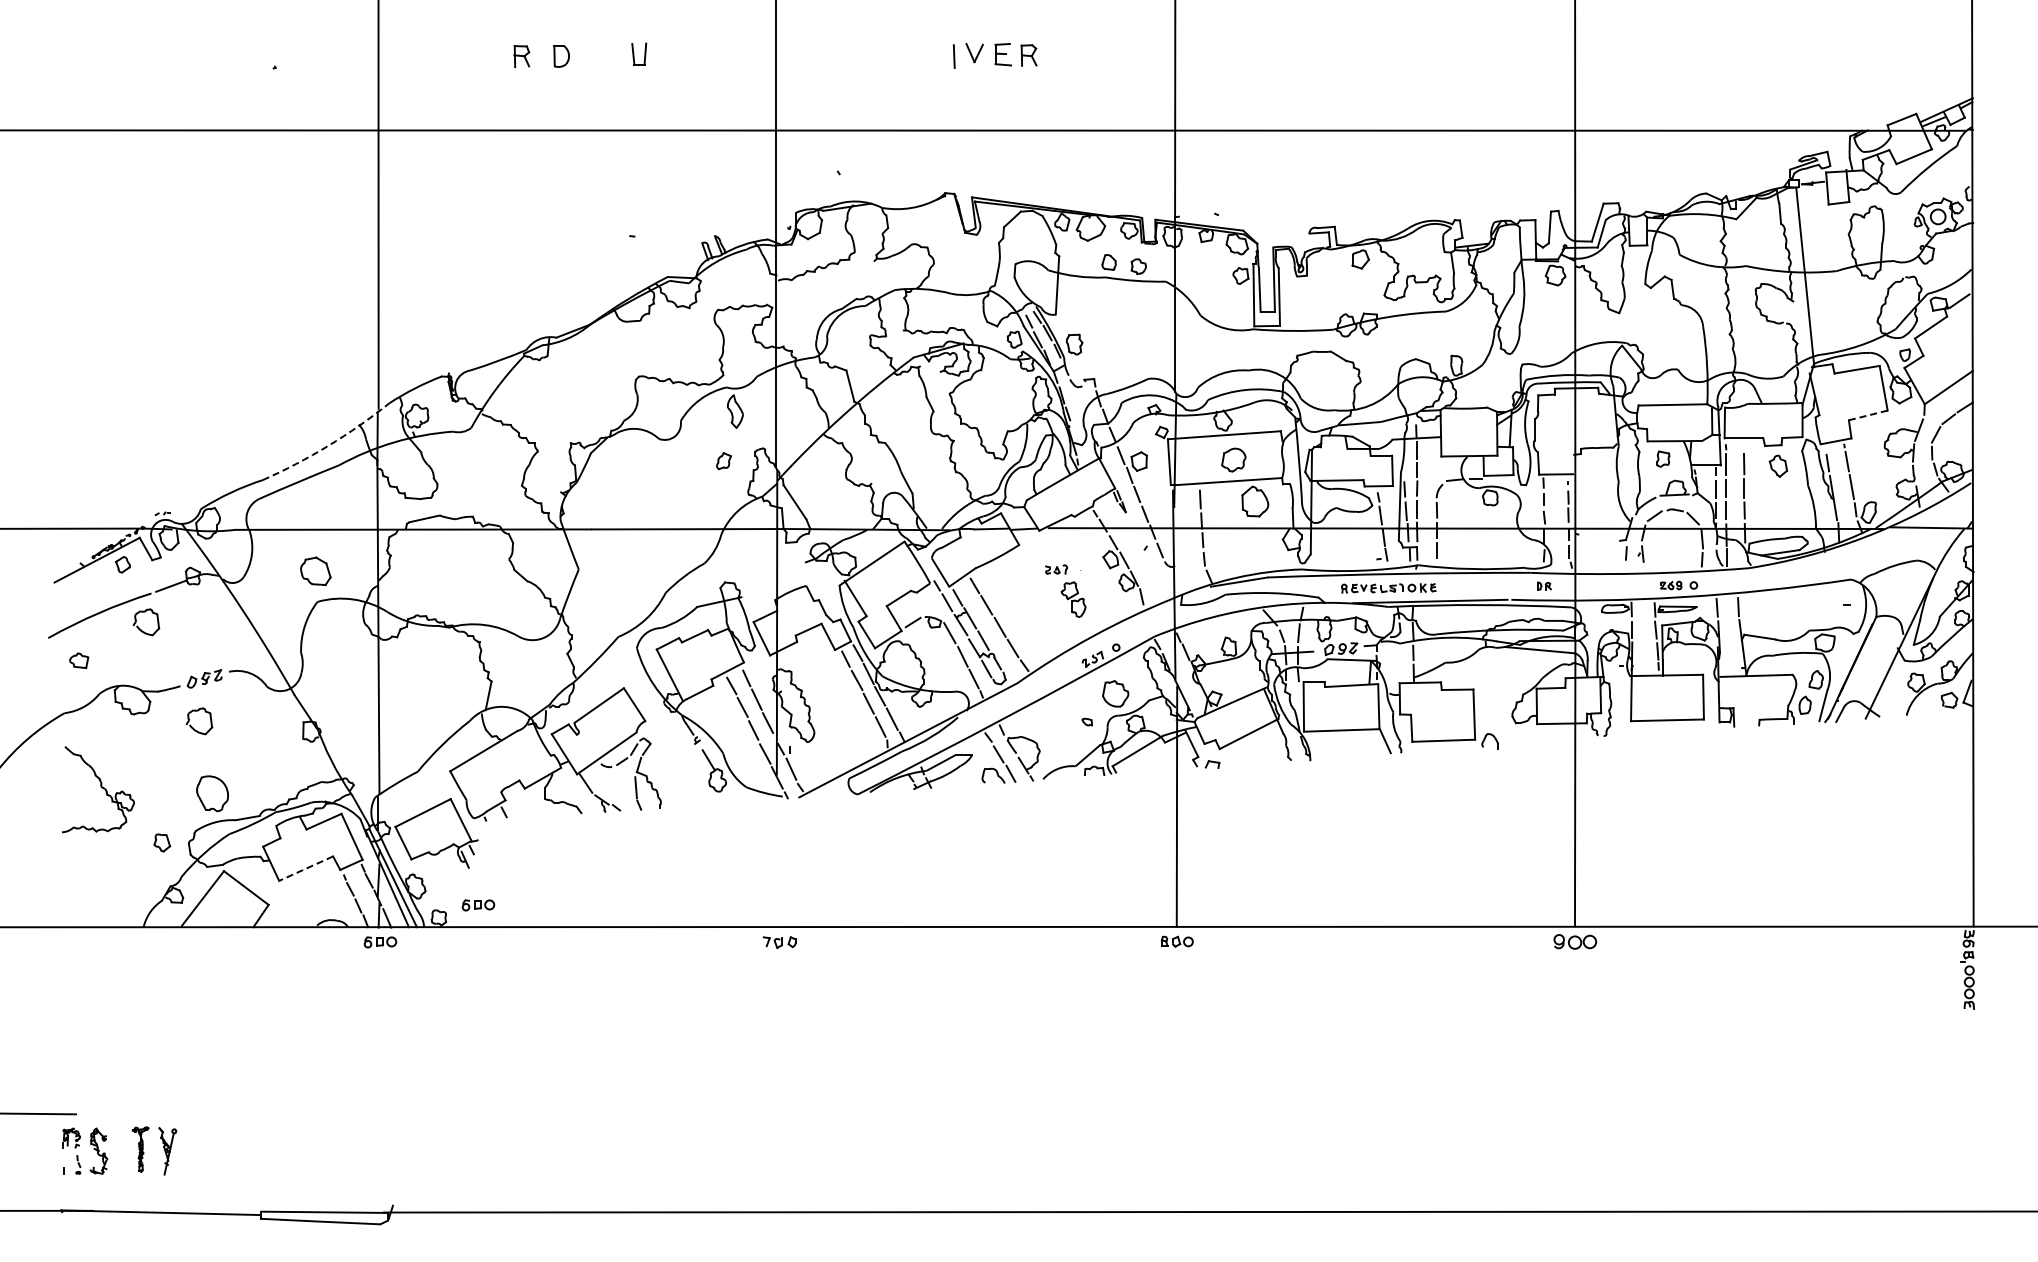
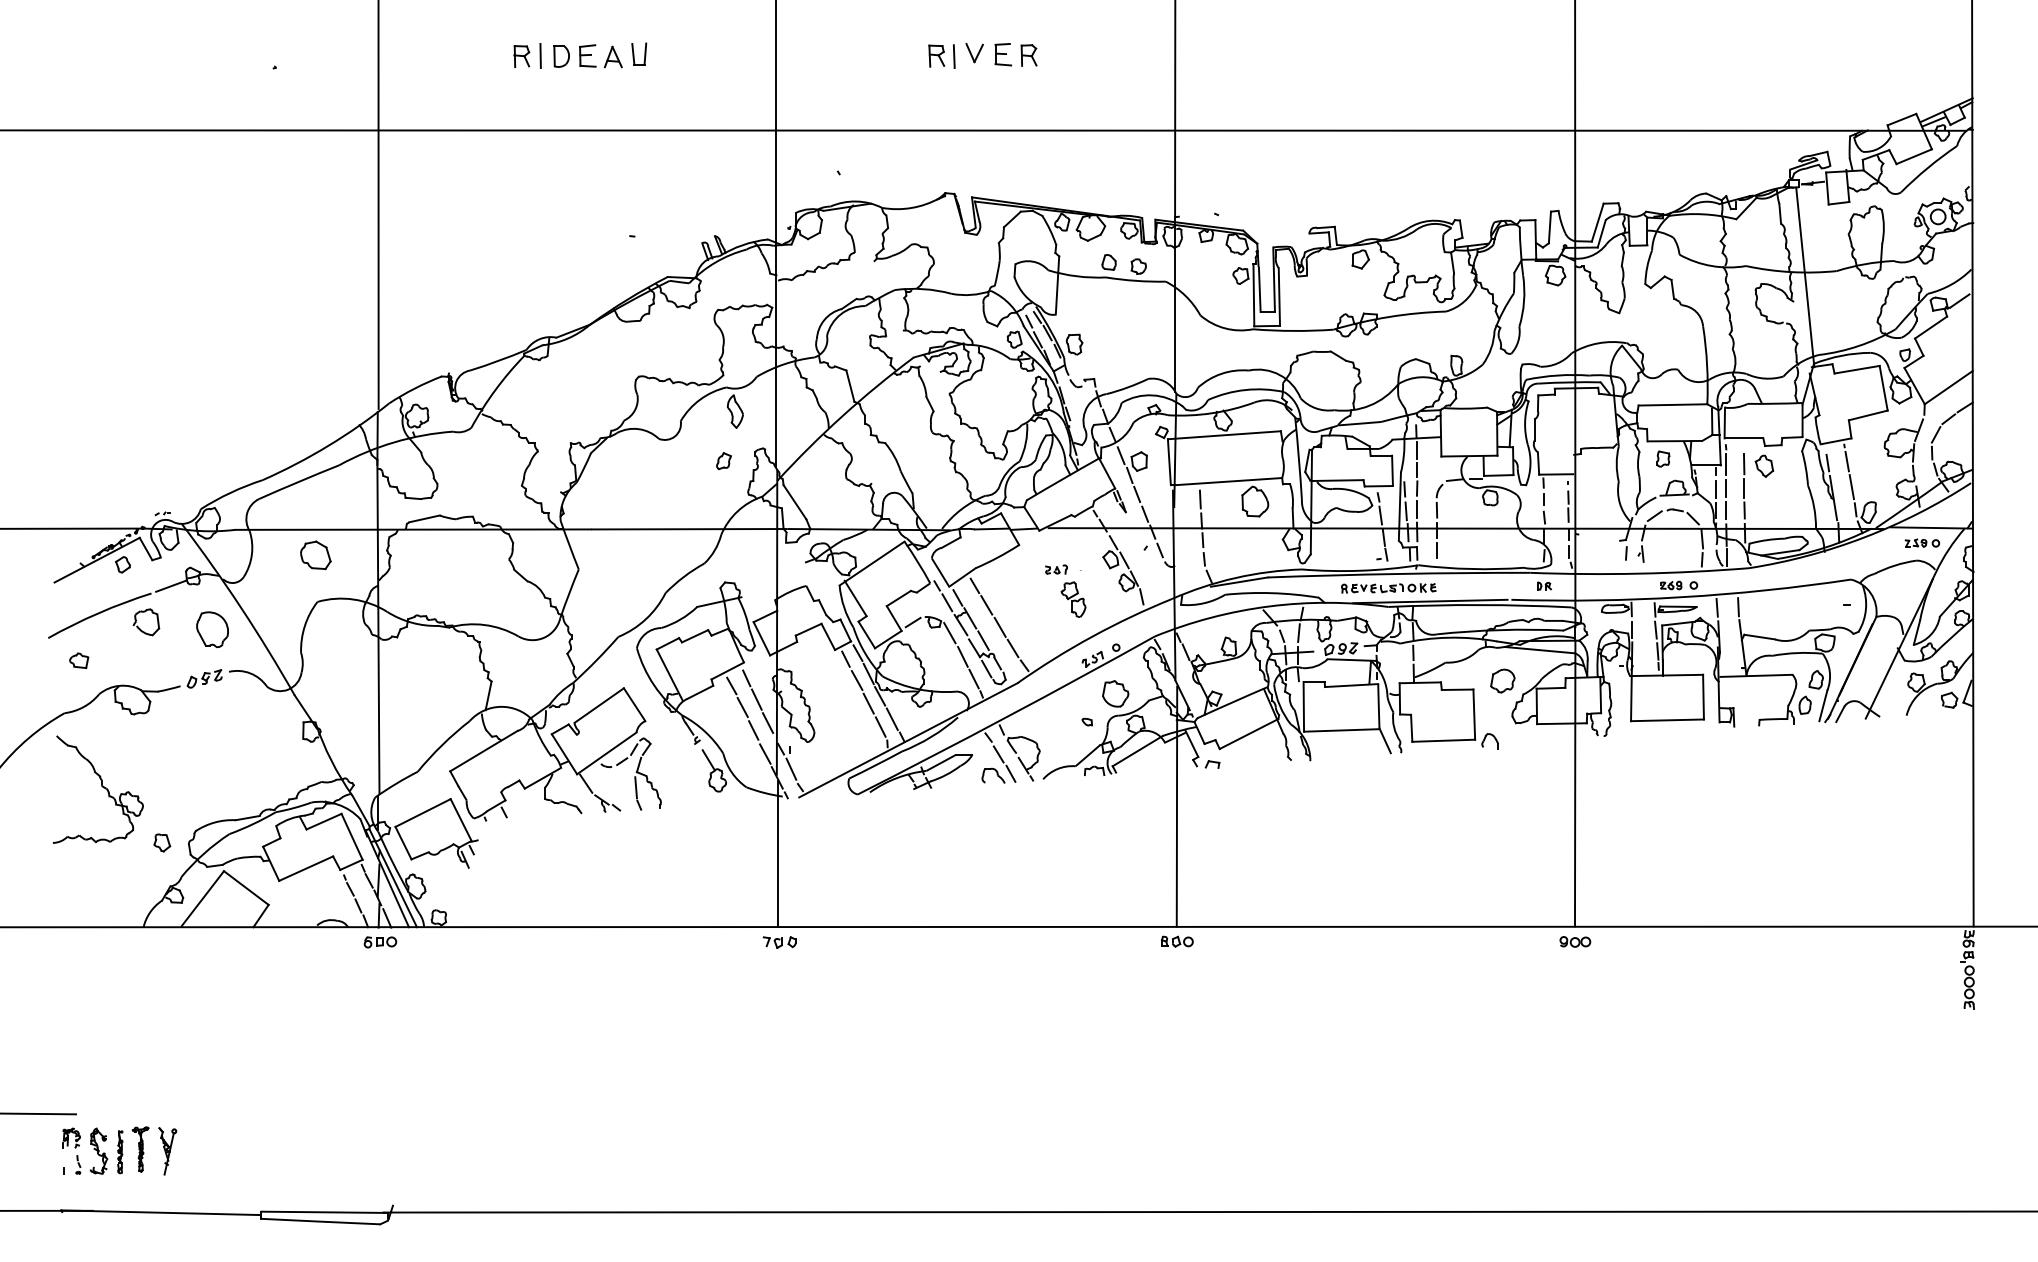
line at (540, 55): none -> present
part at (936, 55): none -> present
part at (606, 59): none -> present
line at (1868, 415): dashed -> solid
arc at (328, 445): dashed -> solid
part at (1233, 459) position: (1233, 459) -> (1502, 680)
part at (1778, 465) position: (1778, 465) -> (1764, 465)
part at (1922, 542): none -> present
part at (315, 571) position: (315, 571) -> (315, 555)
part at (193, 727): present -> none
part at (98, 789) size: 73x88 px -> 91x109 px
part at (212, 793) position: (212, 793) -> (212, 629)
line at (778, 853): none -> present
line at (306, 868): dashed -> solid
part at (478, 905): present -> none
part at (1575, 941) size: 45x16 px -> 33x12 px
part at (120, 1152): none -> present
